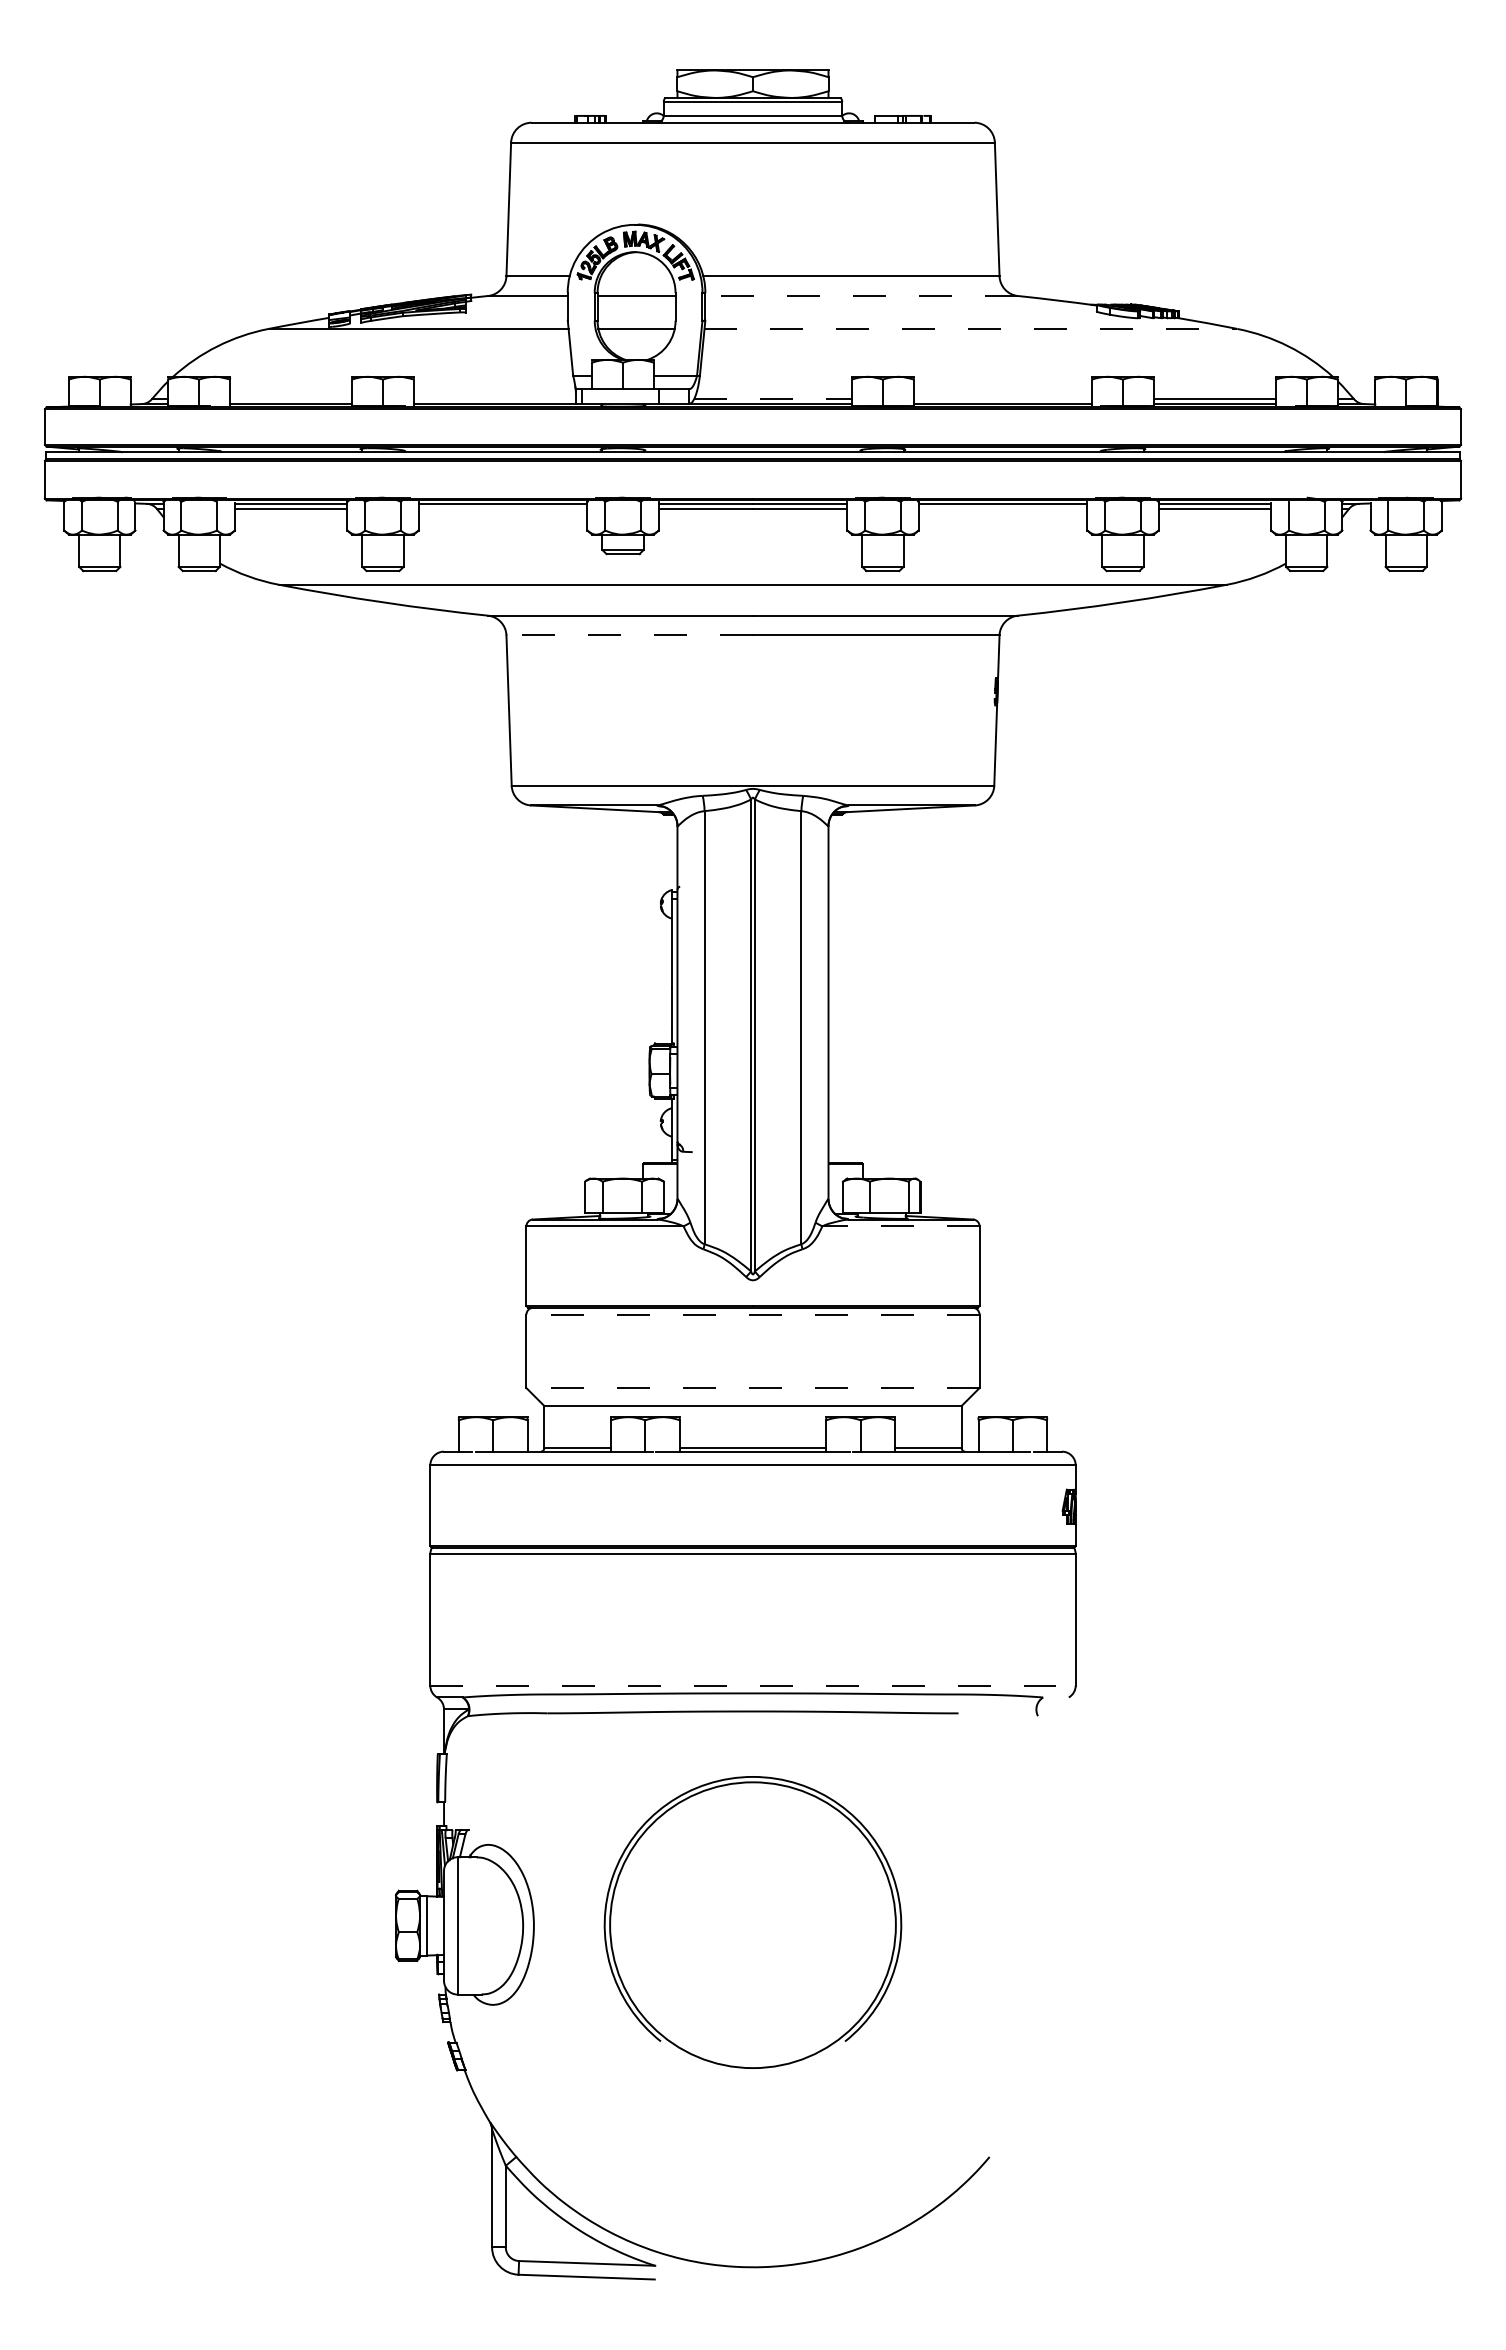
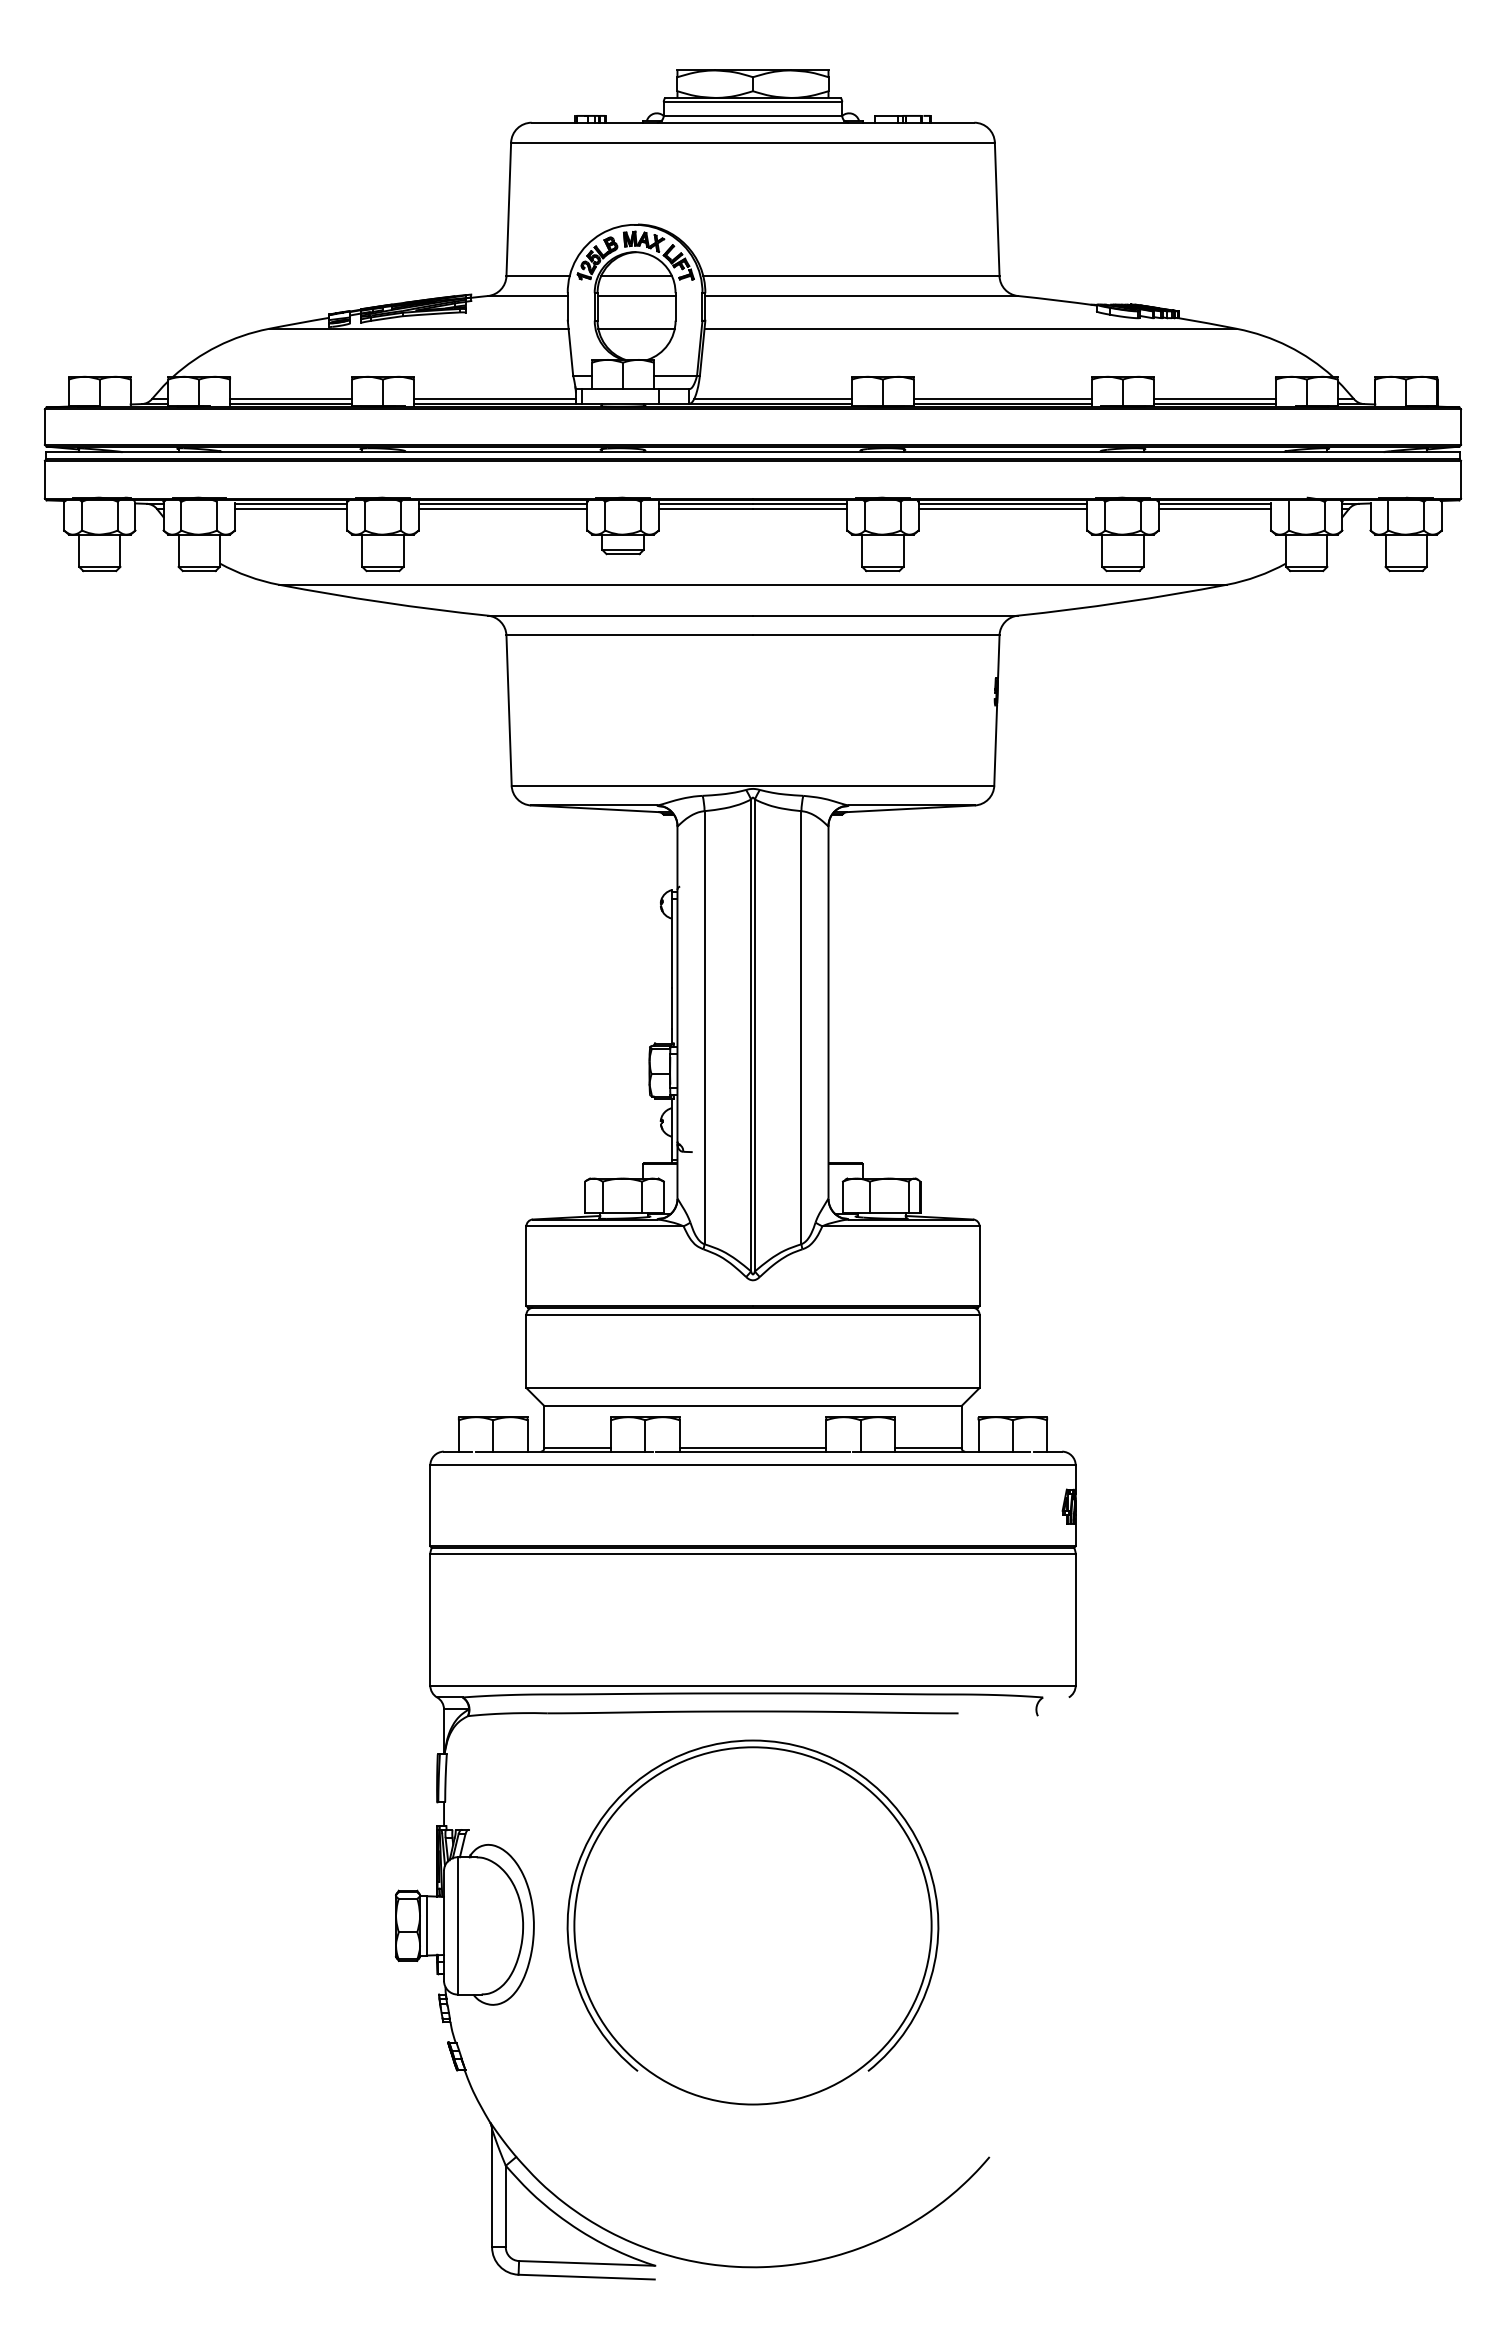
line at (636, 276): none -> present
line at (861, 296): dashed -> solid
line at (971, 328): dashed -> solid
line at (291, 399): none -> present
line at (494, 399): none -> present
line at (773, 399): dashed -> solid
line at (1002, 399): none -> present
line at (502, 509): none -> present
line at (1002, 509): none -> present
line at (629, 635): dashed -> solid
line at (900, 1226): dashed -> solid
line at (753, 1314): dashed -> solid
line at (753, 1388): dashed -> solid
line at (752, 1685): dashed -> solid
part at (752, 1922) size: 300x293 px -> 374x367 px
